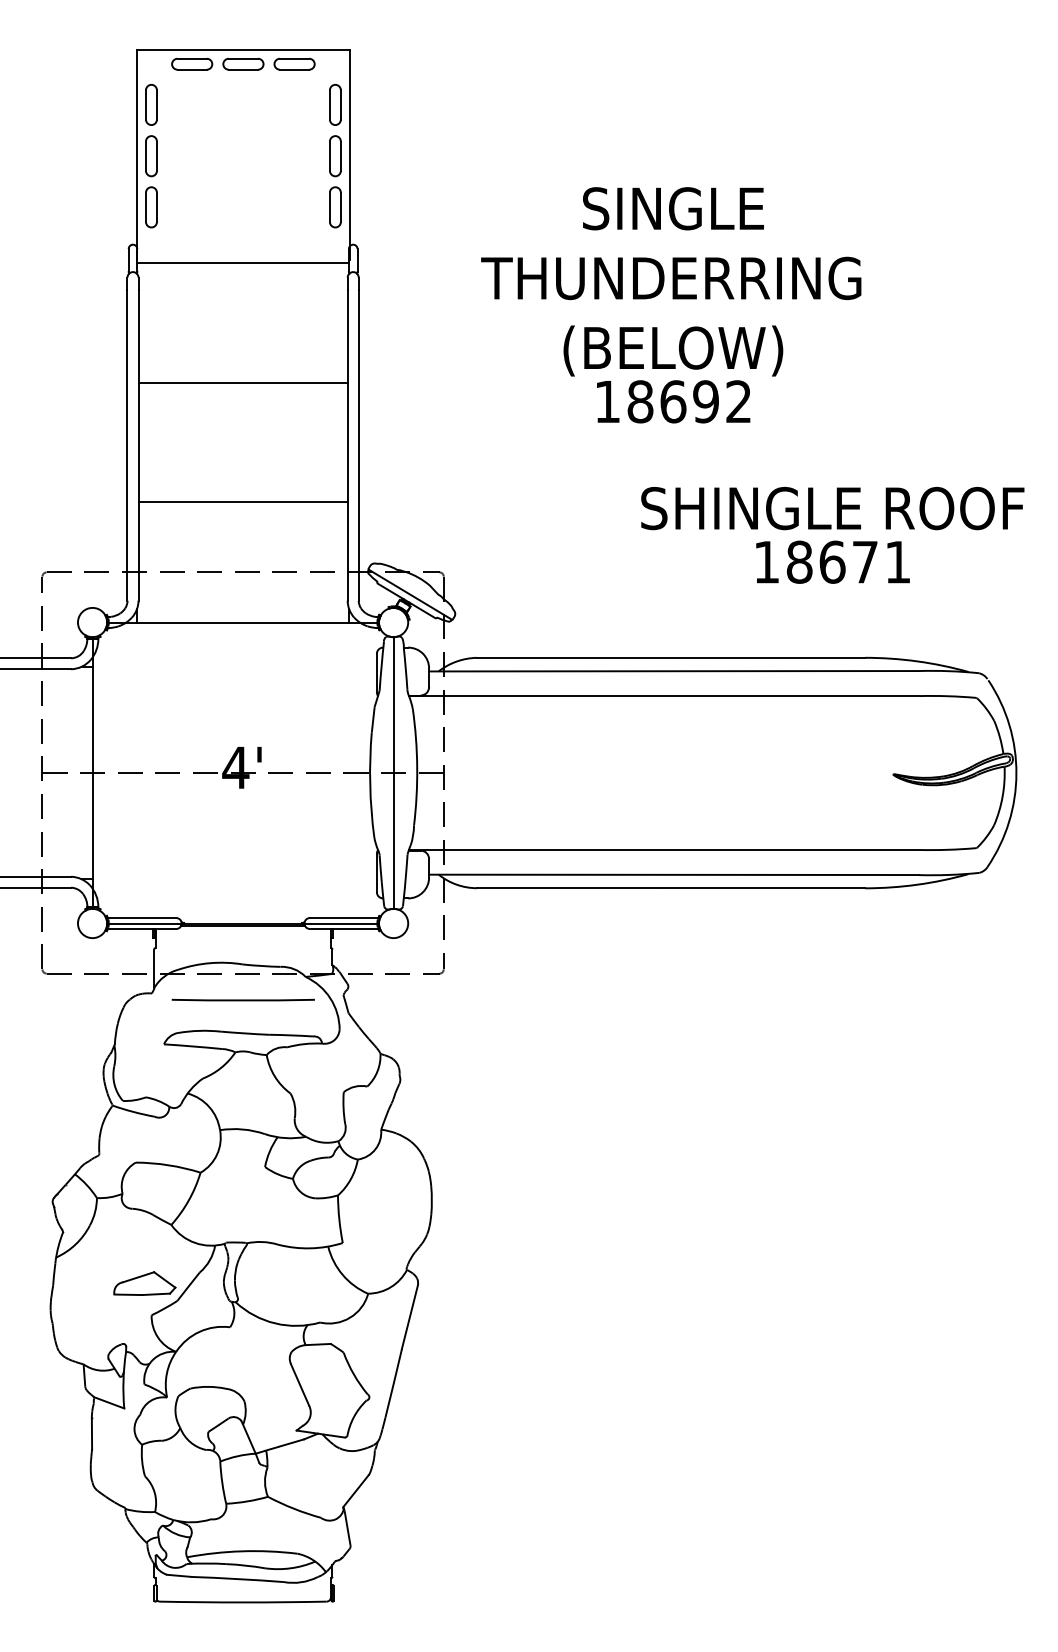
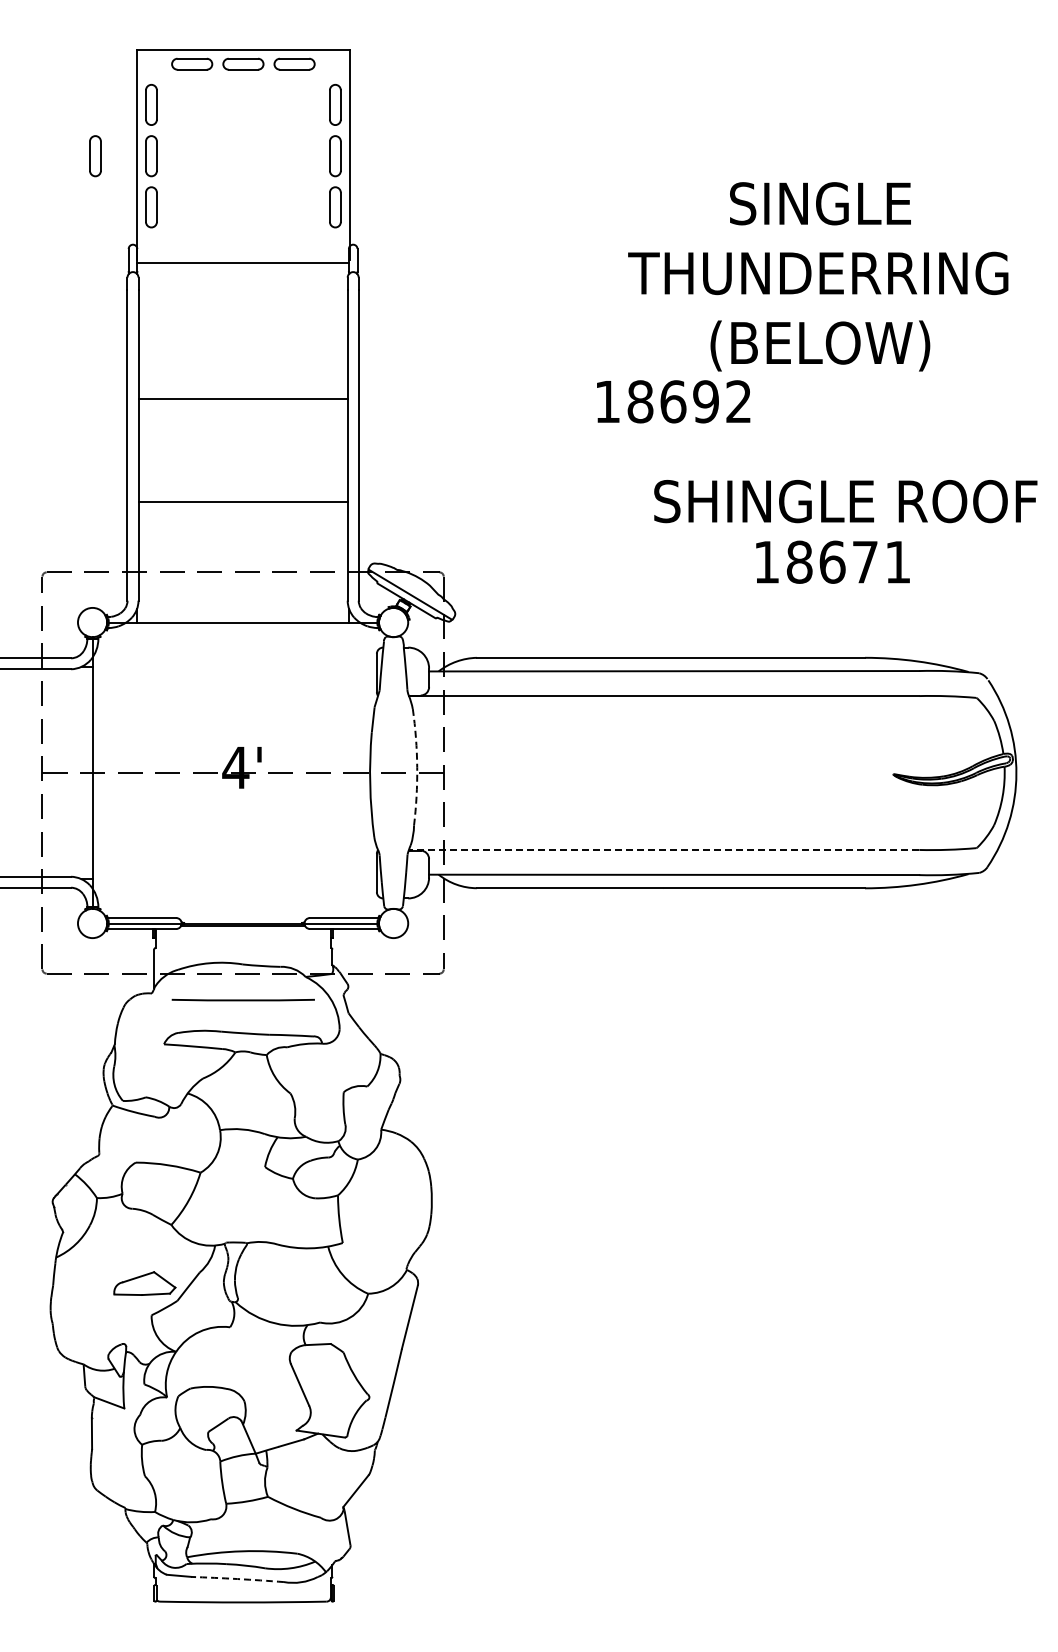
part at (95, 156): none -> present
text at (671, 281) position: (671, 281) -> (818, 276)
line at (242, 383) position: (242, 383) -> (242, 399)
text at (832, 508) position: (832, 508) -> (845, 501)
arc at (417, 767): solid -> dashed
line at (393, 772): present -> none
line at (663, 849): solid -> dashed
arc at (237, 1579): solid -> dashed
